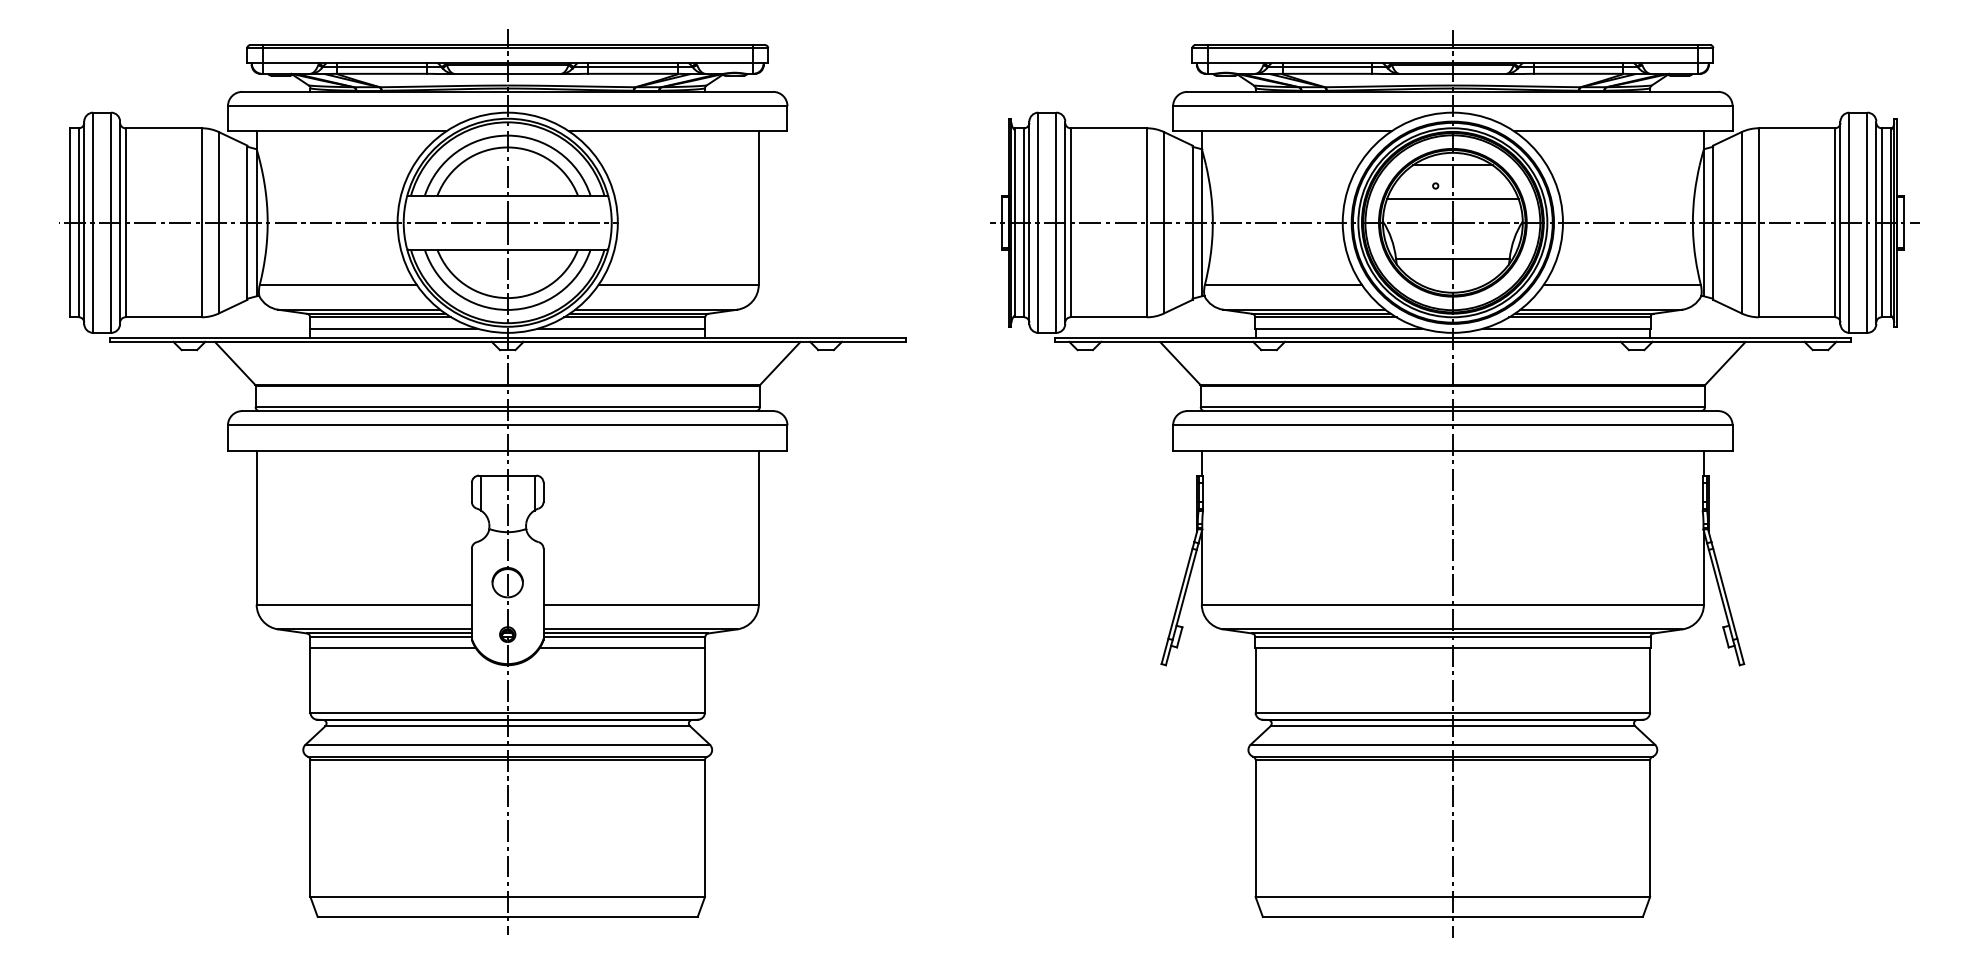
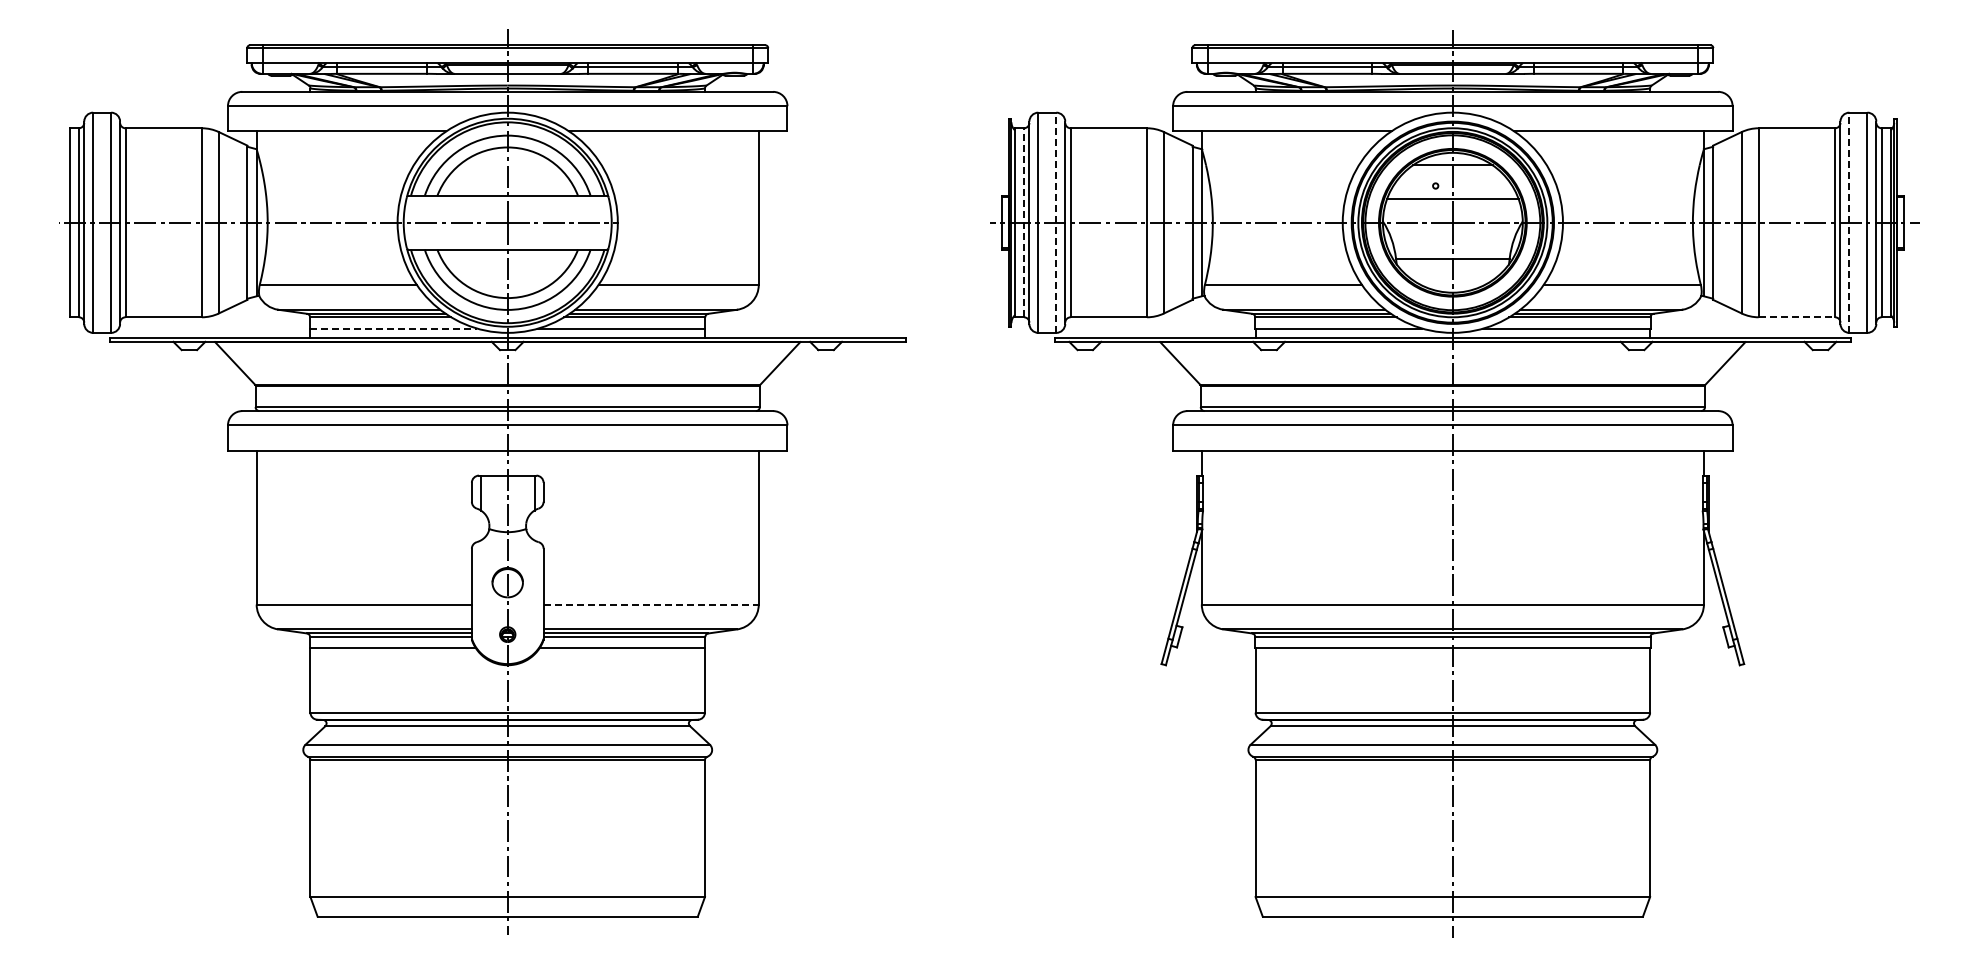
line at (1024, 222): solid -> dashed
line at (1056, 222): solid -> dashed
line at (1849, 222): solid -> dashed
line at (1797, 317): solid -> dashed
line at (393, 328): solid -> dashed
line at (651, 604): solid -> dashed
